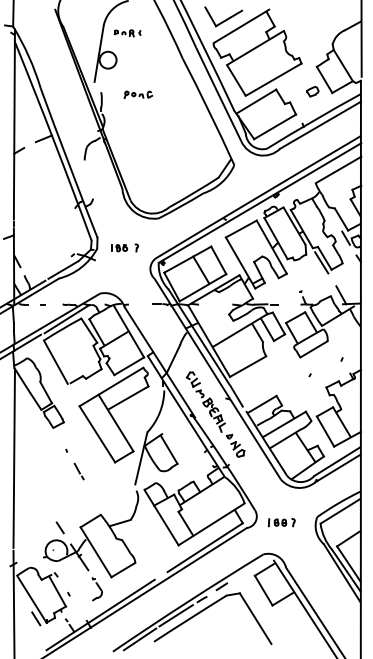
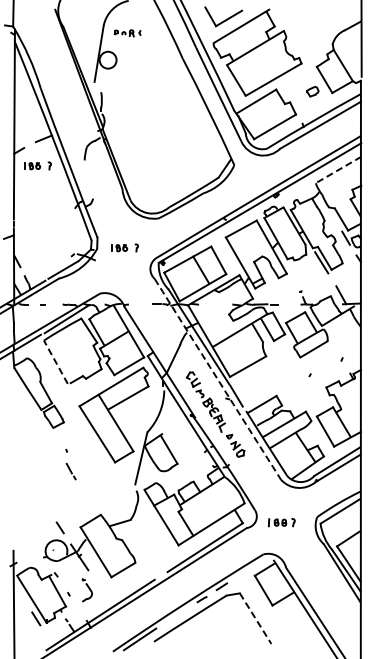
part at (138, 94): present -> none
part at (37, 165): none -> present
line at (338, 170): solid -> dashed
line at (55, 362): solid -> dashed
arc at (217, 379): solid -> dashed
line at (13, 458): present -> none
line at (78, 471) position: (78, 471) -> (70, 471)
part at (96, 589) position: (96, 589) -> (86, 590)
line at (175, 615): present -> none
line at (255, 618): solid -> dashed
